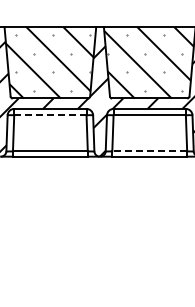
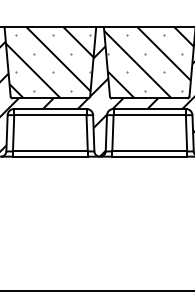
line at (49, 115): dashed -> solid
line at (149, 151): dashed -> solid
line at (96, 290): none -> present
